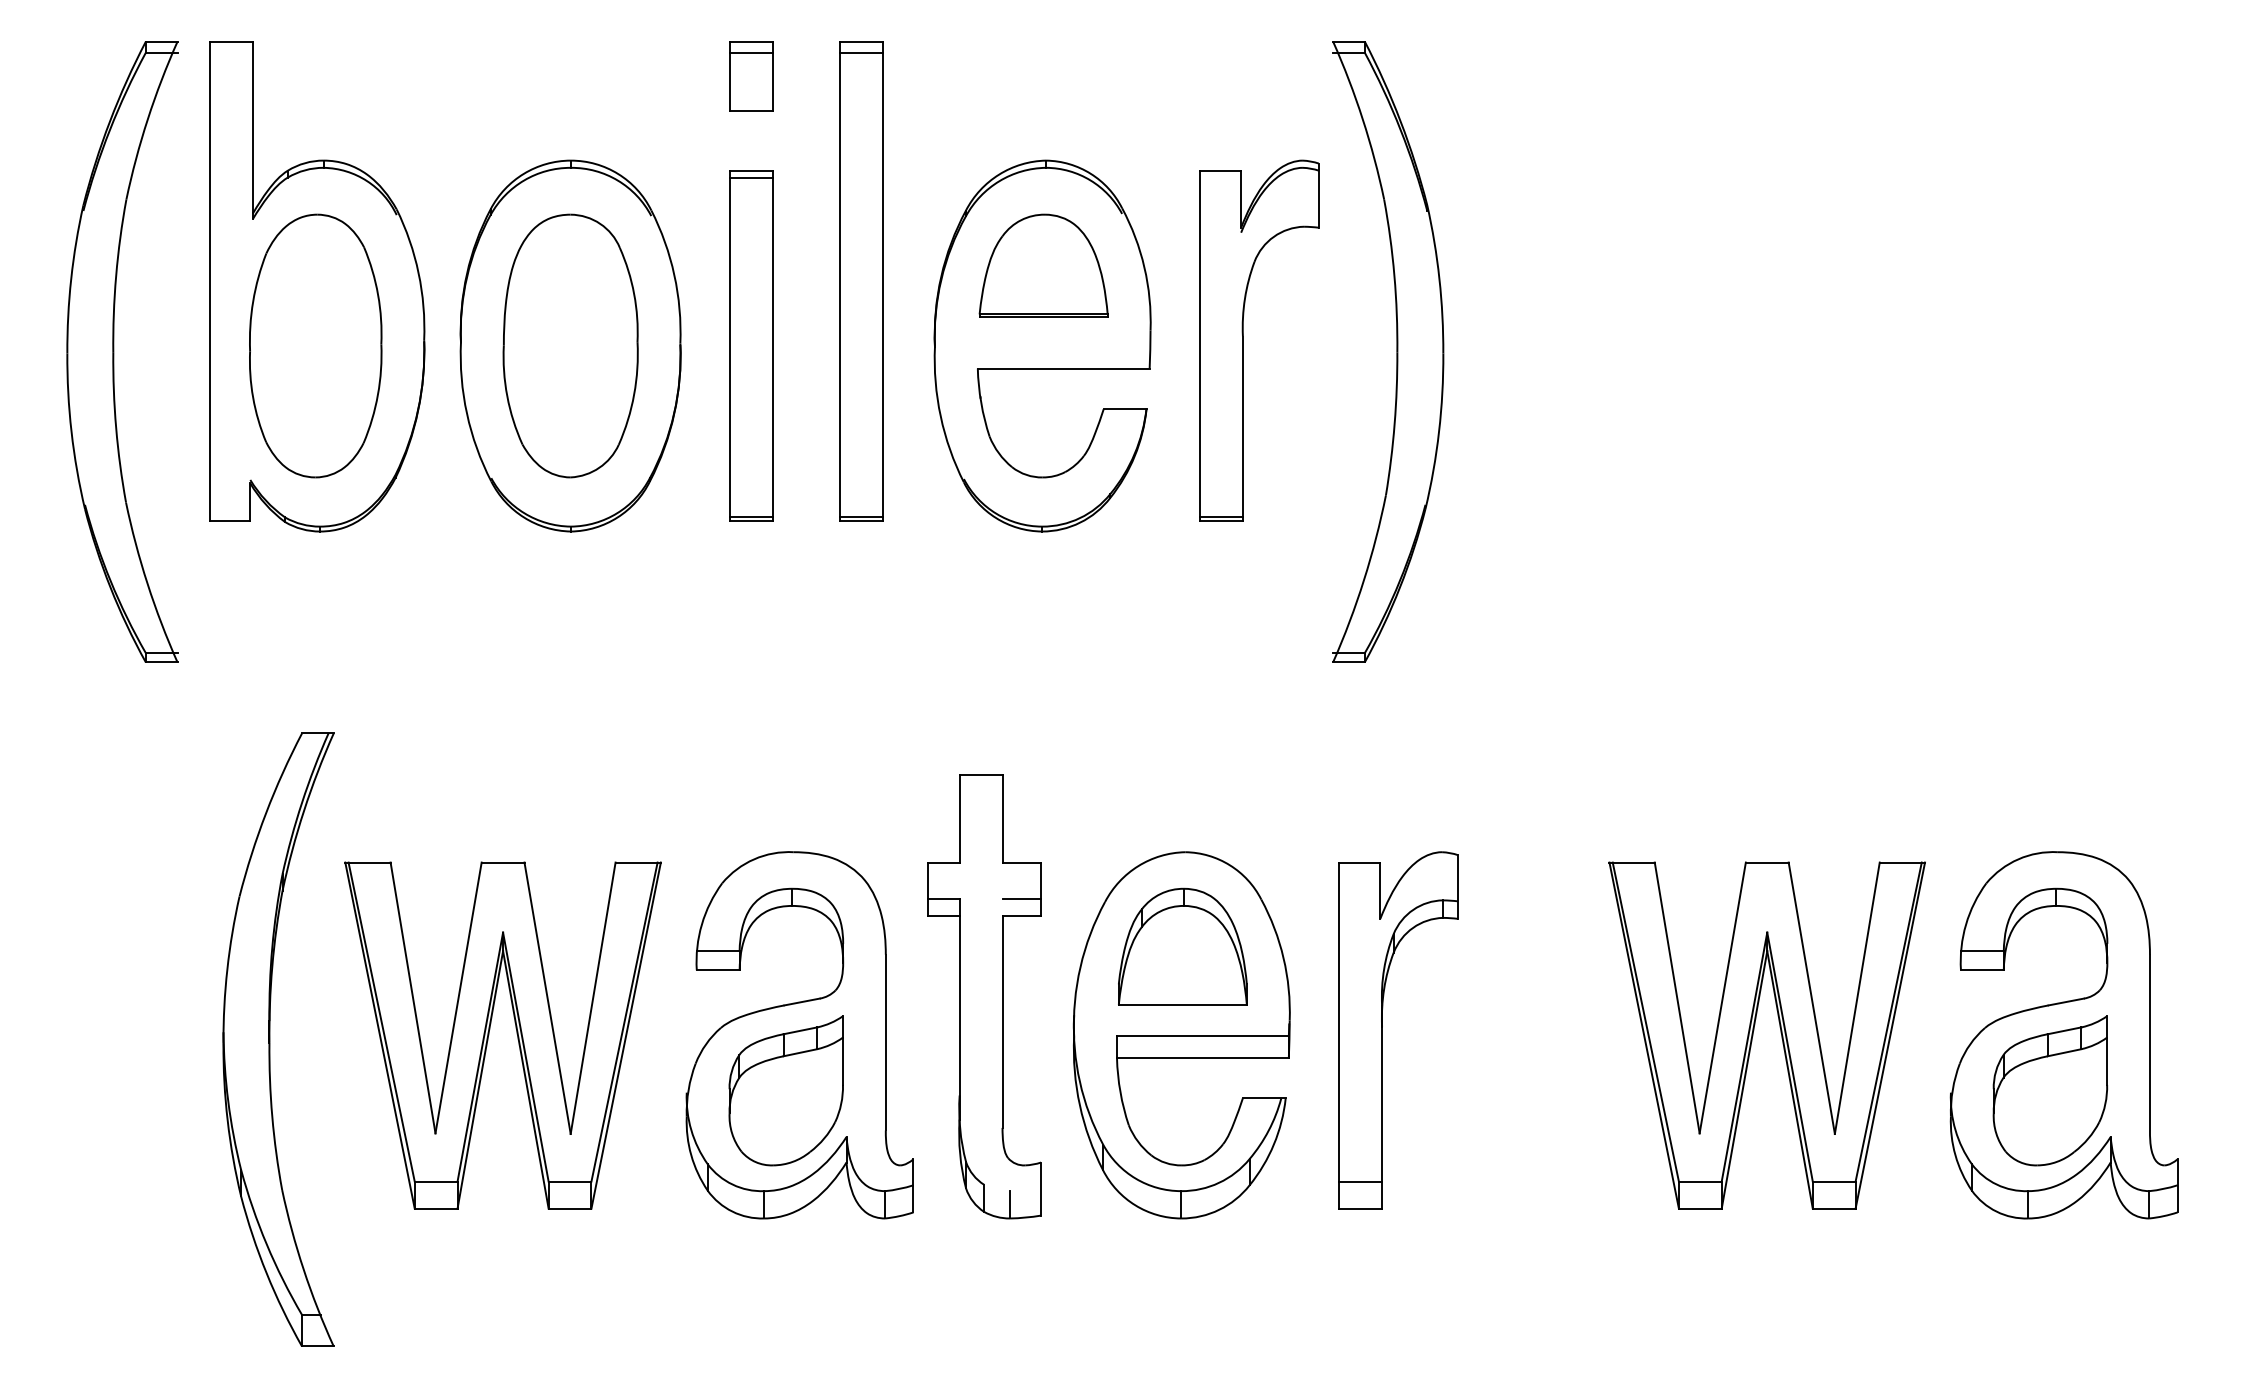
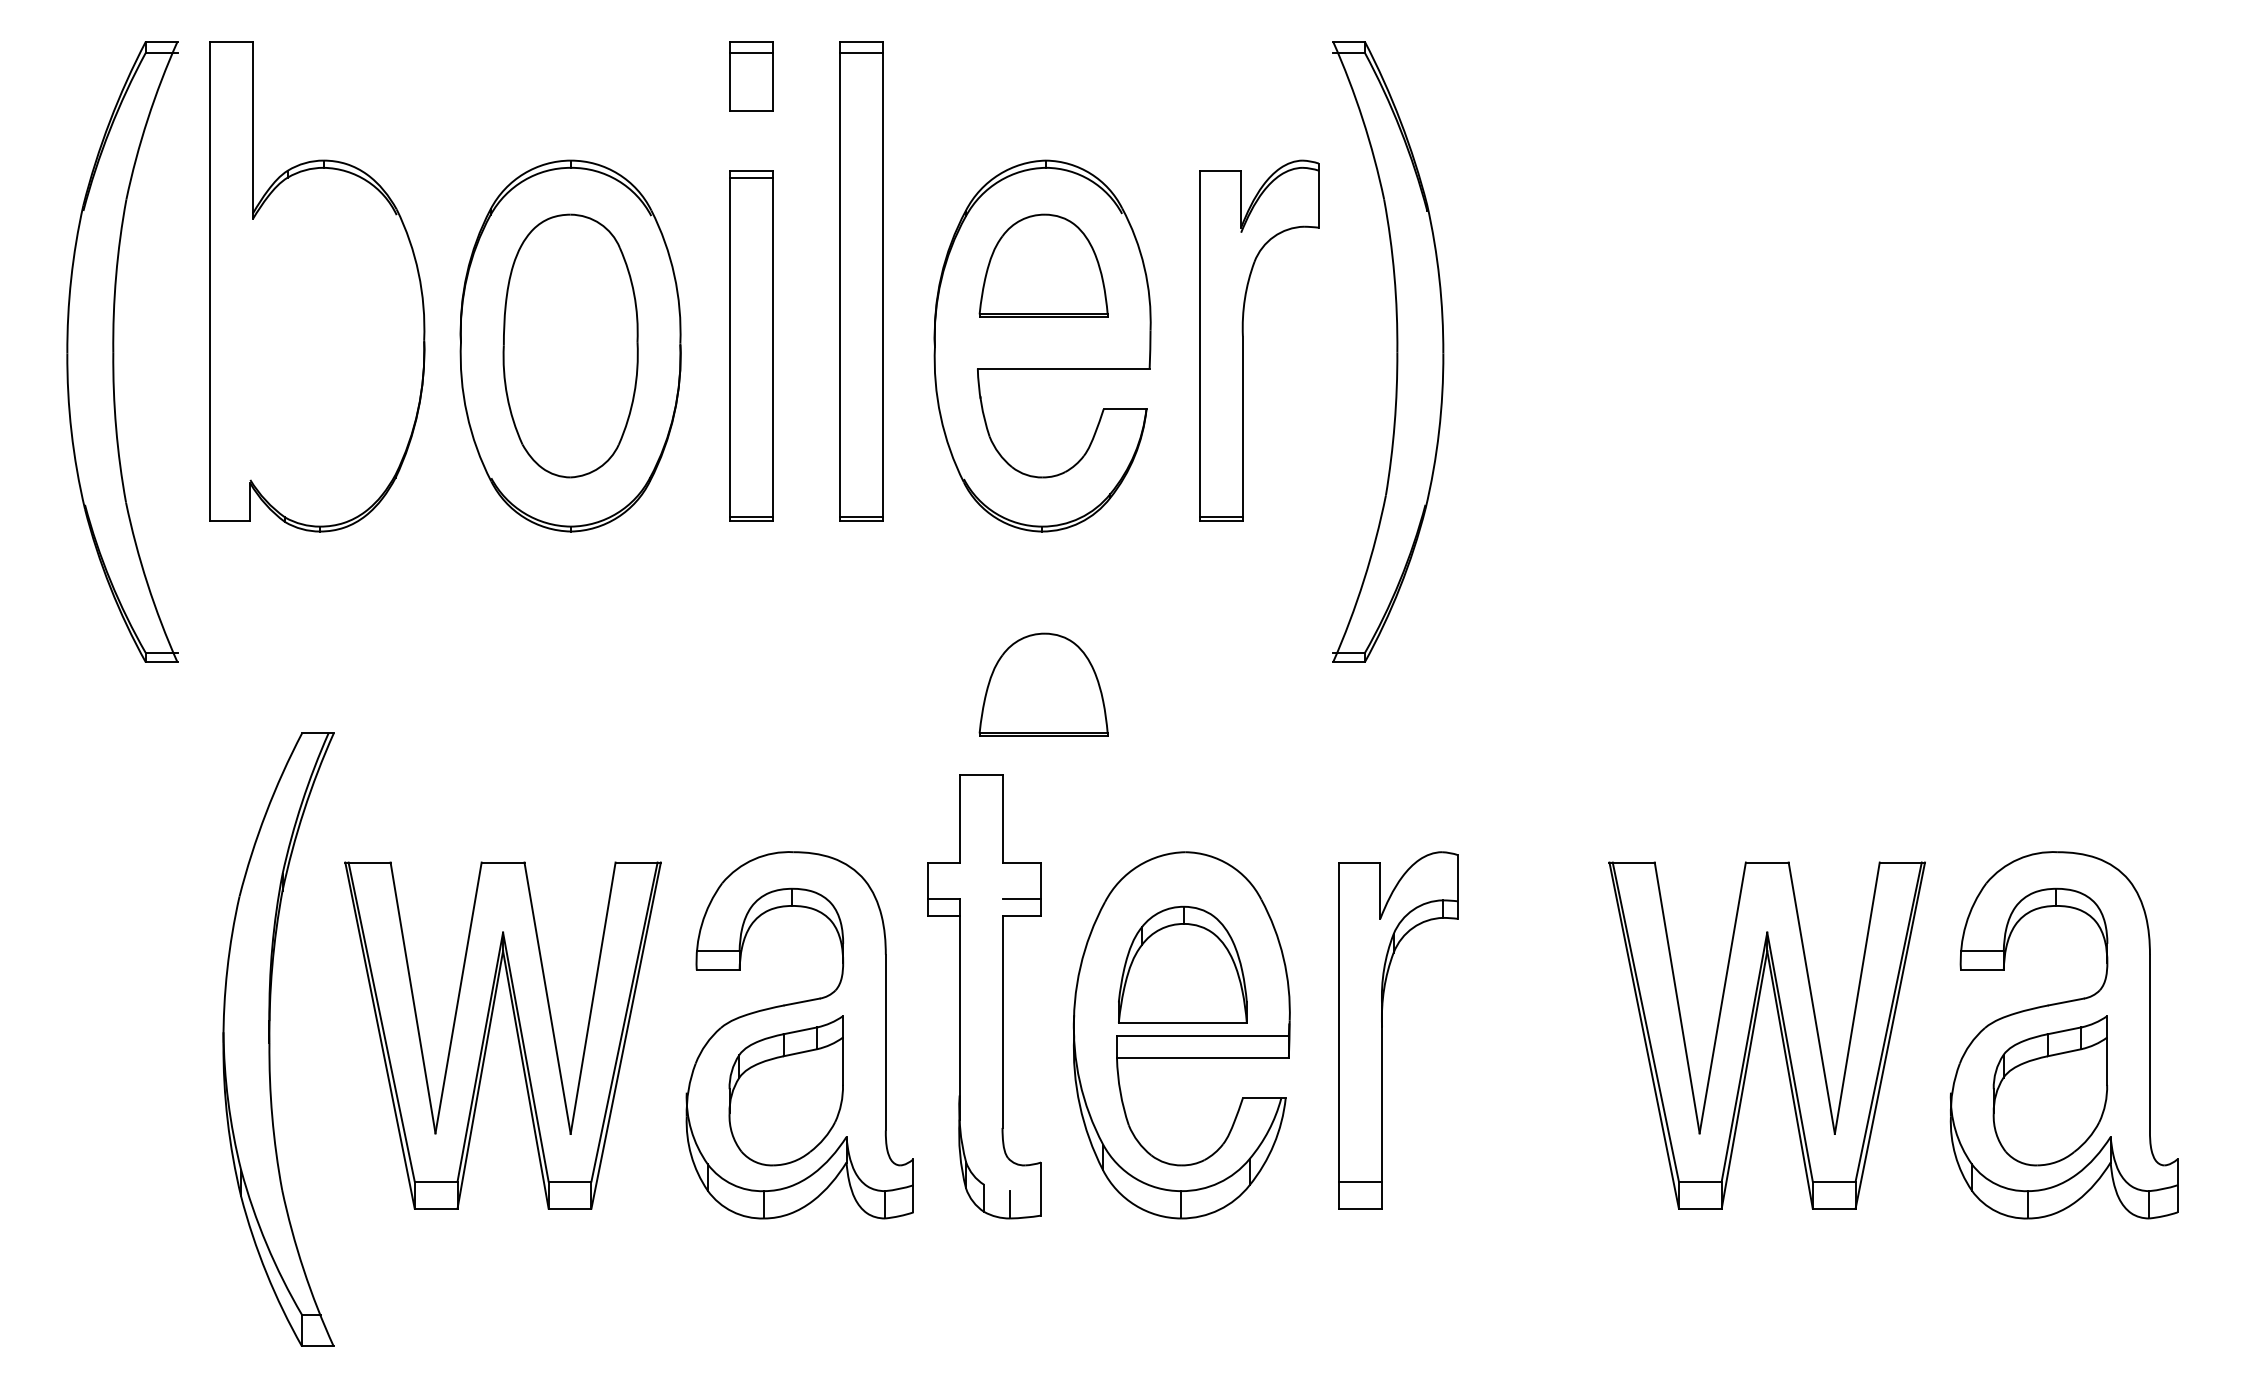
part at (315, 345): present -> none
part at (1043, 684): none -> present
part at (1182, 946) position: (1182, 946) -> (1182, 964)
